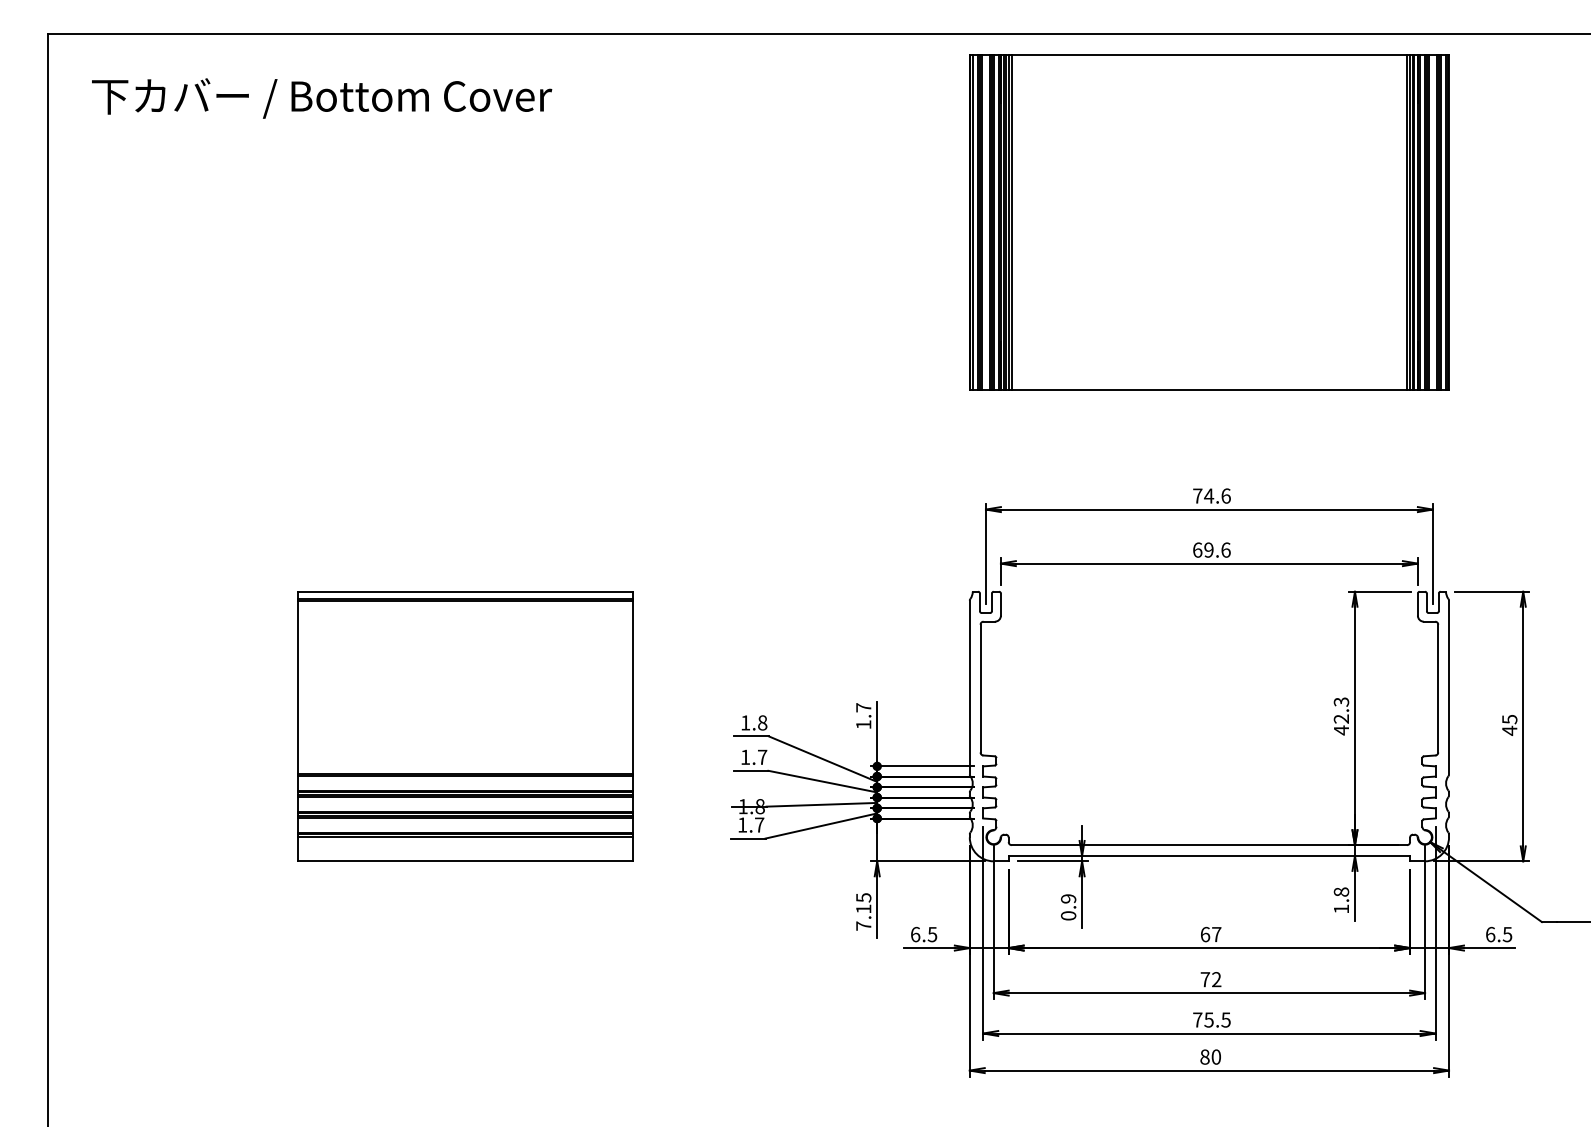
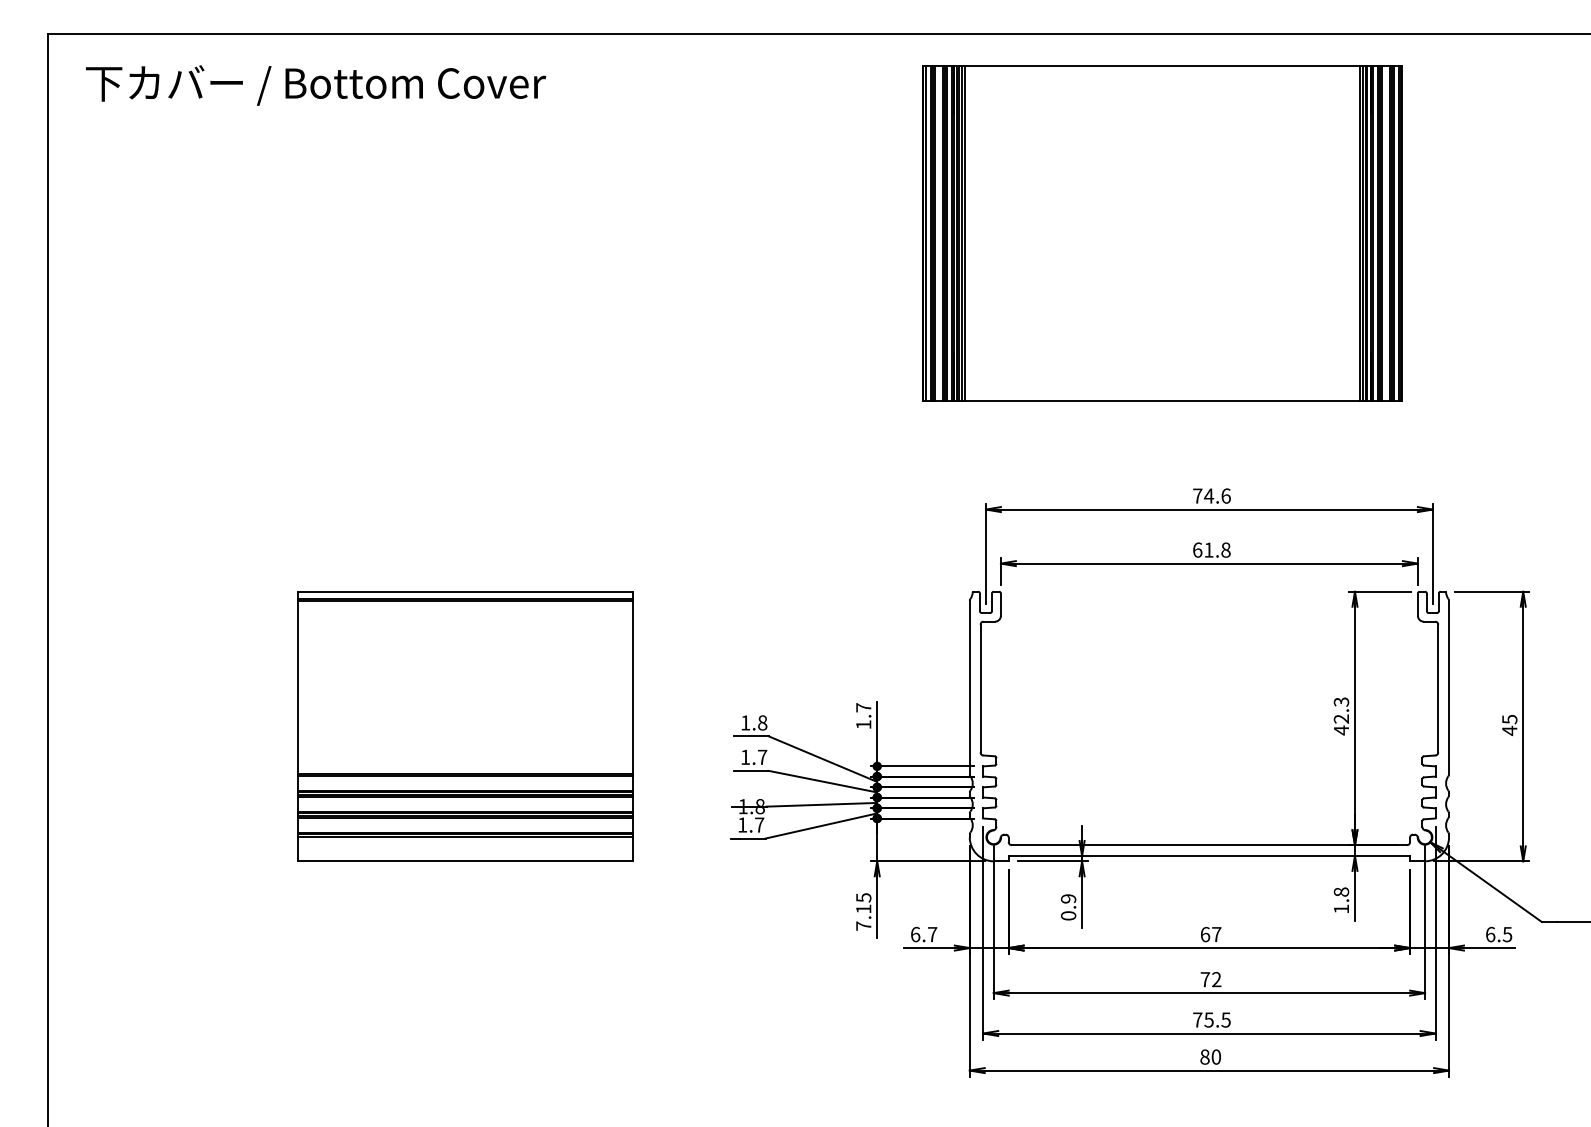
text at (322, 98) position: (322, 98) -> (316, 85)
part at (1209, 222) position: (1209, 222) -> (1162, 233)
text at (1217, 549): 69.6 -> 61.8
text at (932, 934): 6.5 -> 6.7
